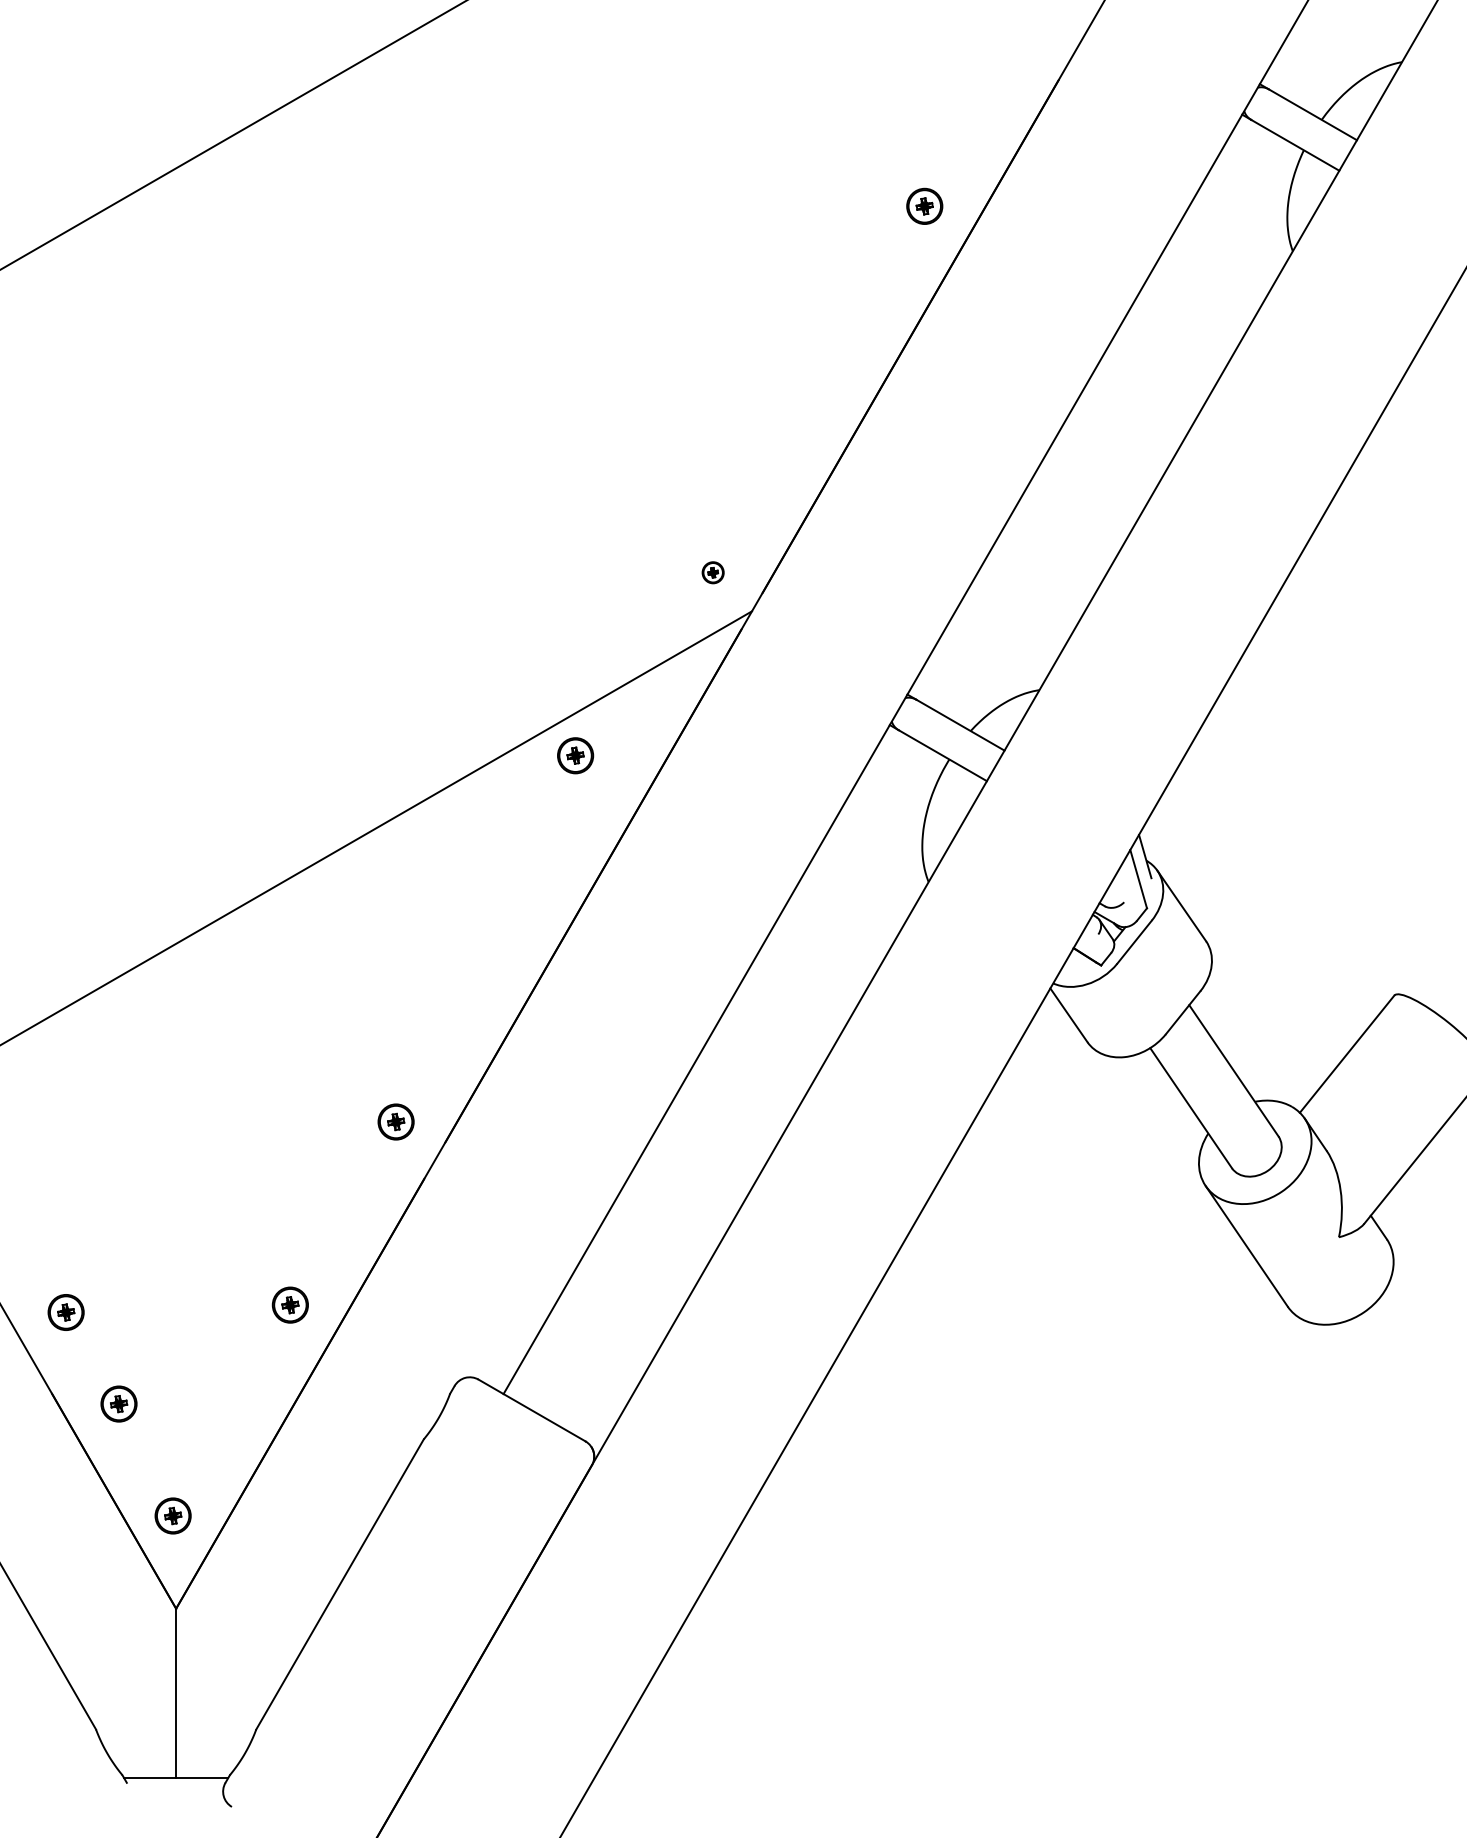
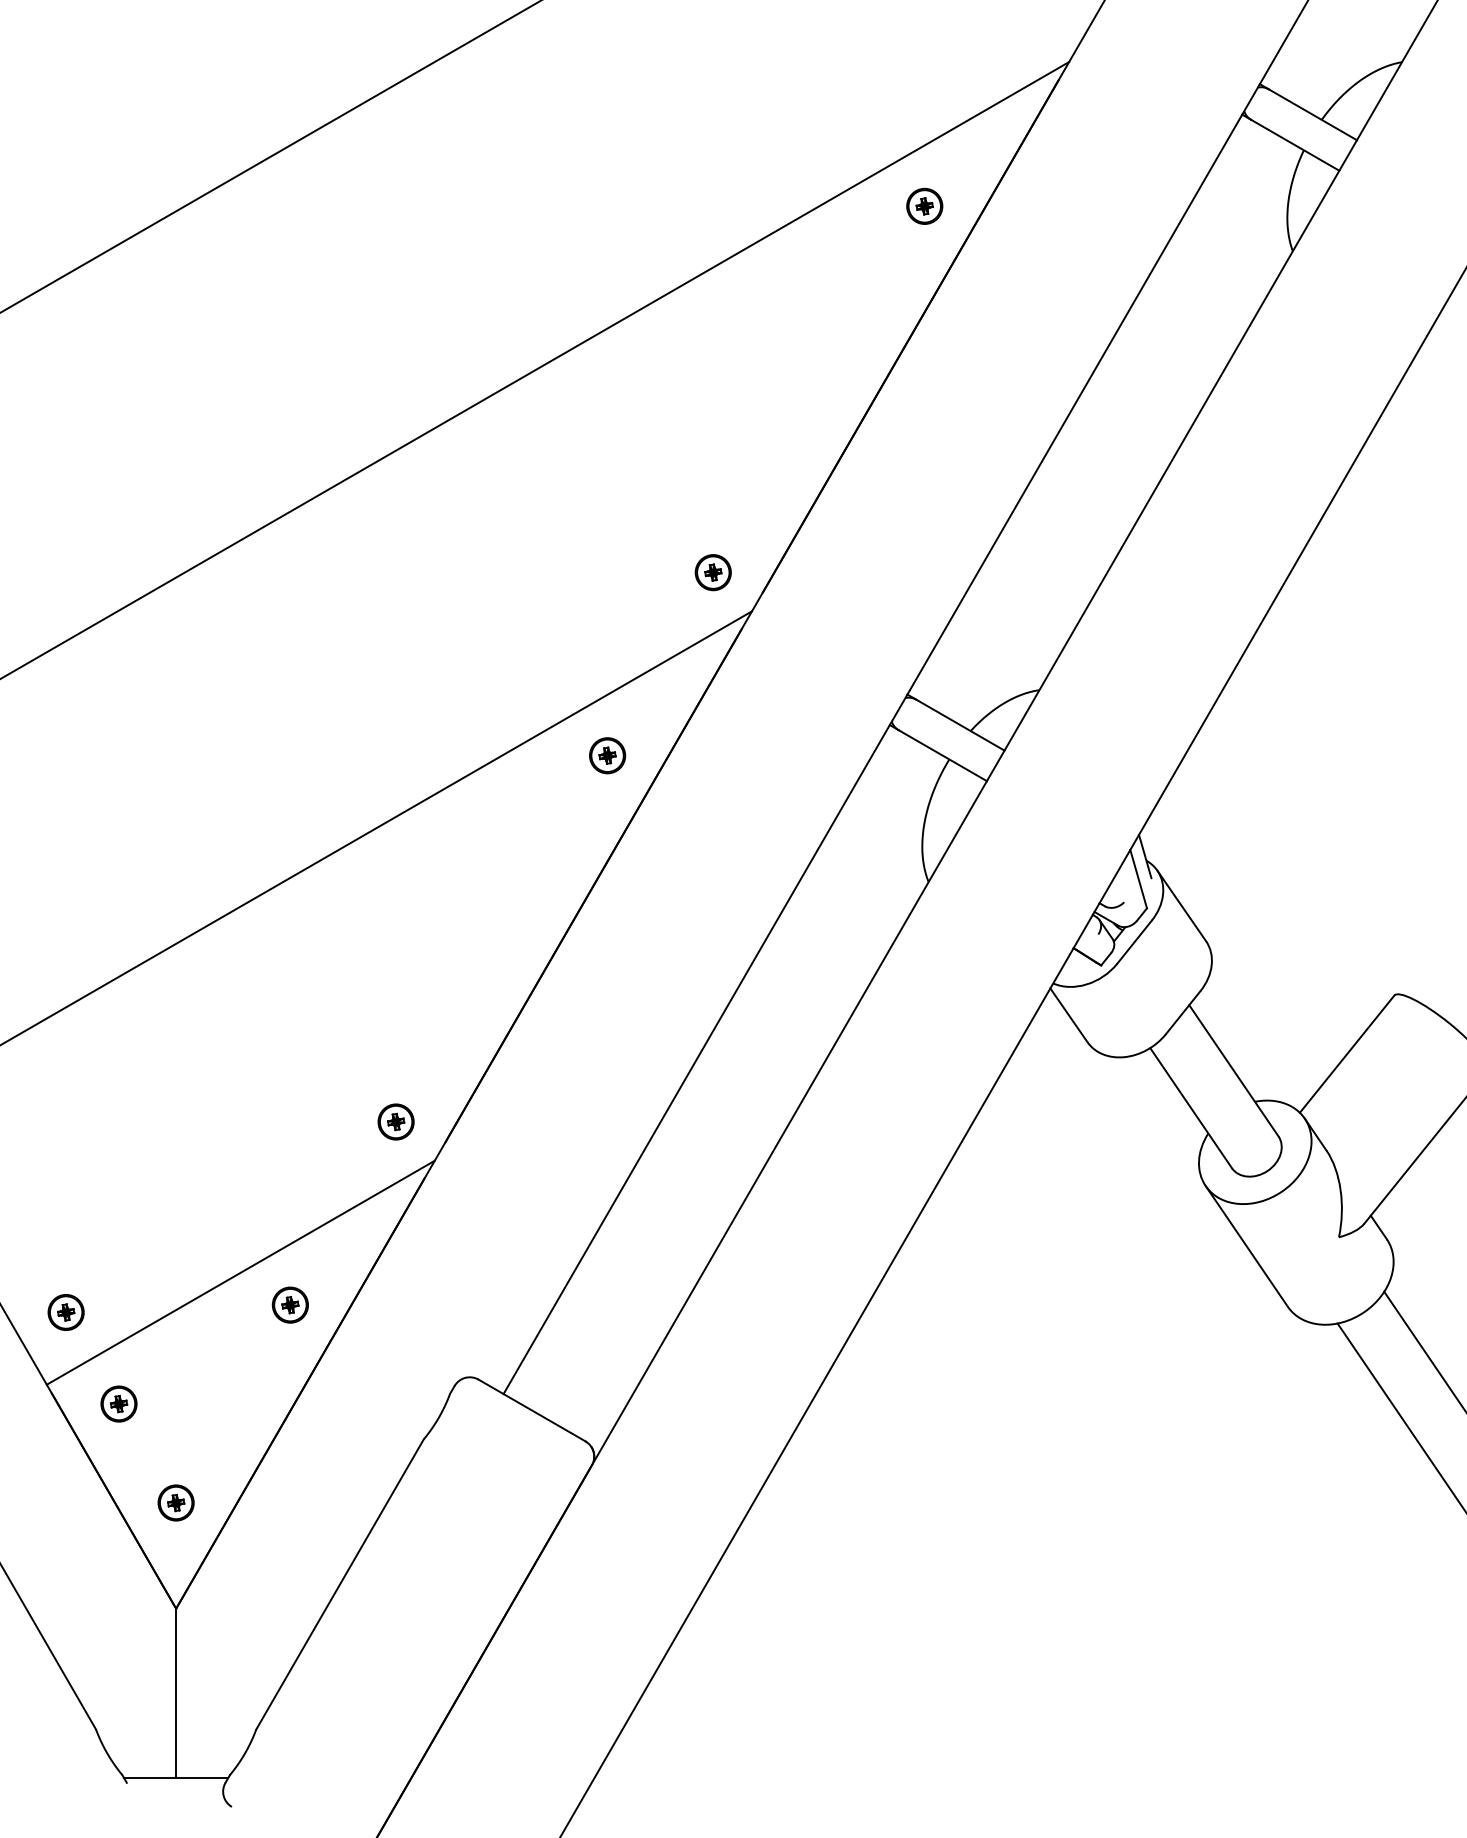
line at (233, 135) position: (233, 135) -> (270, 156)
line at (535, 369): none -> present
part at (712, 572) size: 24x24 px -> 38x38 px
part at (575, 755) position: (575, 755) -> (607, 755)
line at (240, 1272): none -> present
line at (1423, 1349): none -> present
line at (1400, 1416): none -> present
part at (172, 1515) position: (172, 1515) -> (175, 1502)
